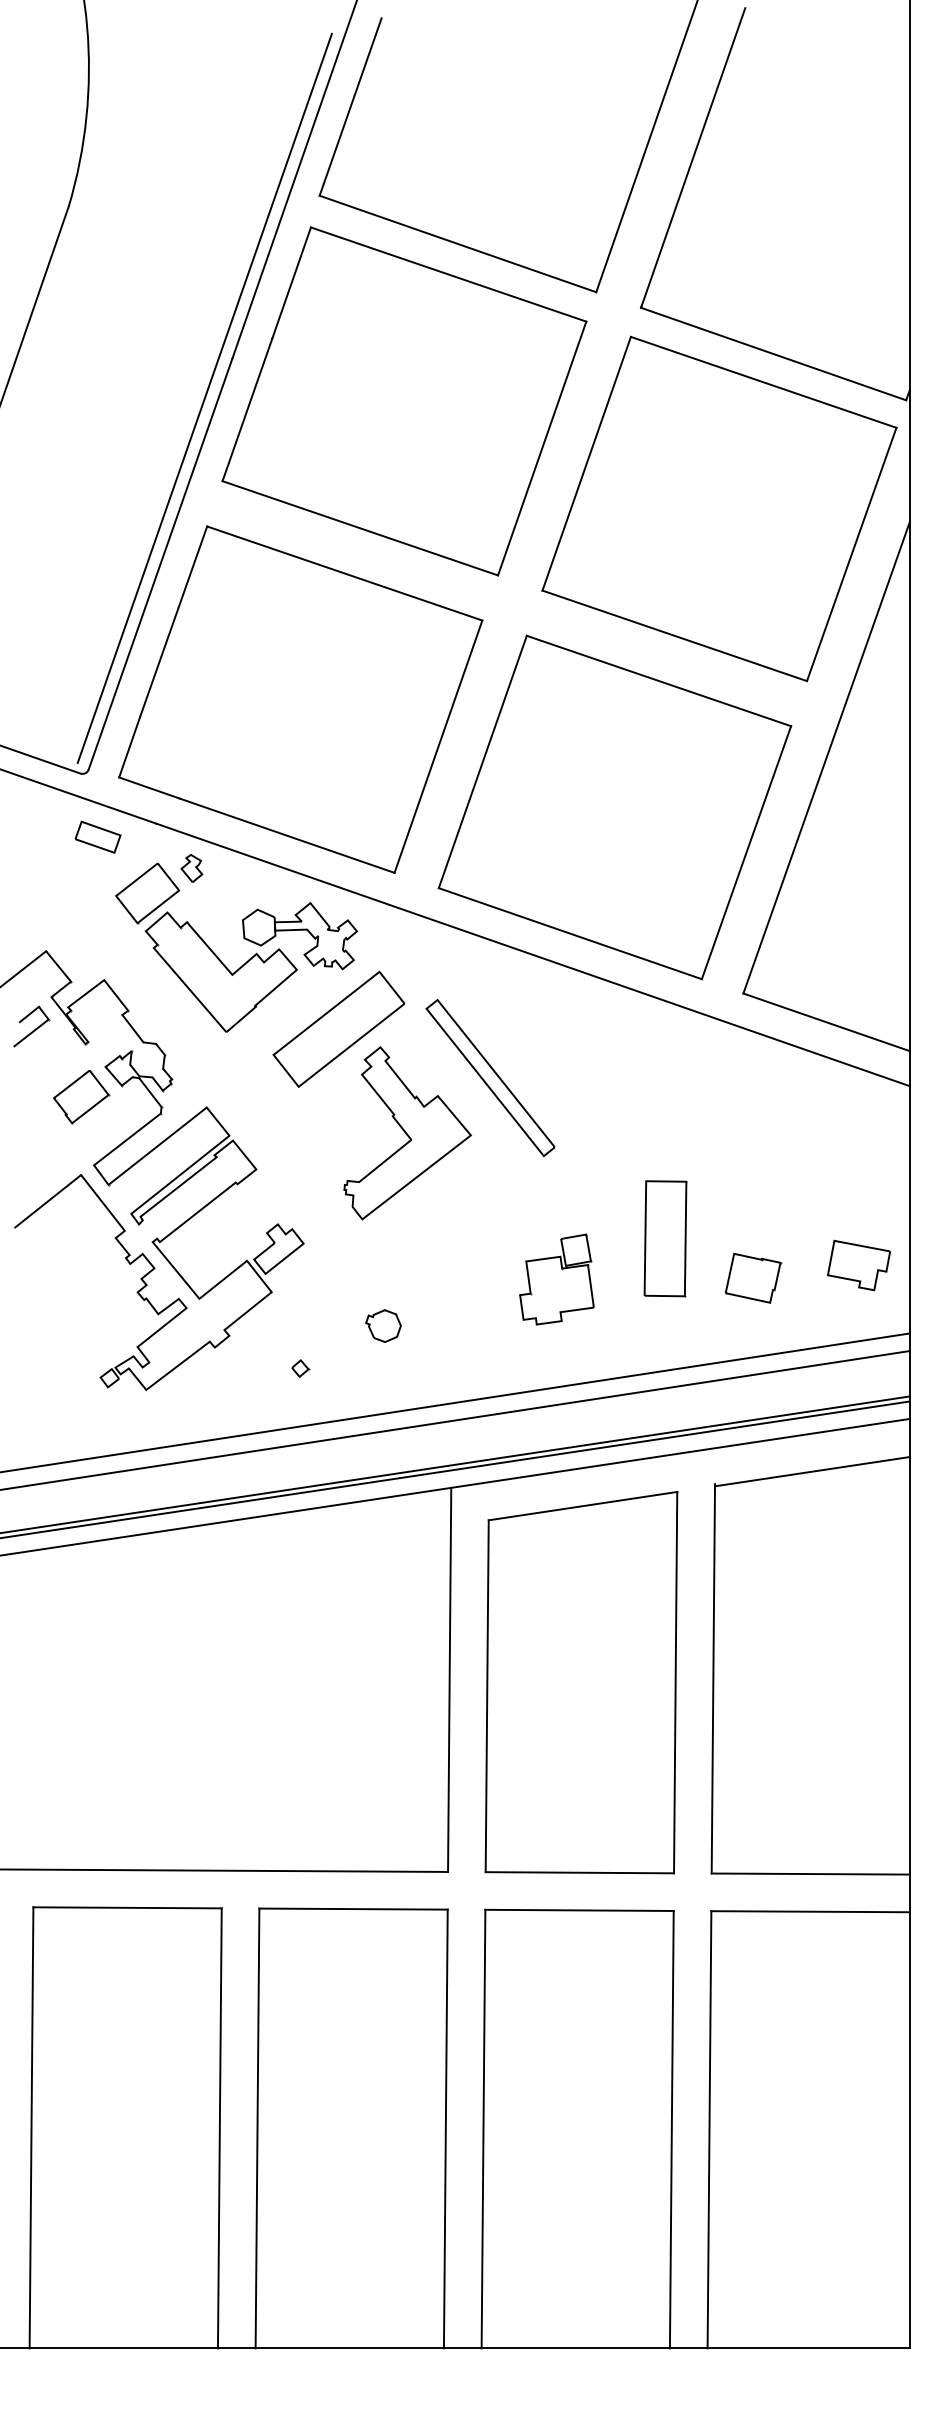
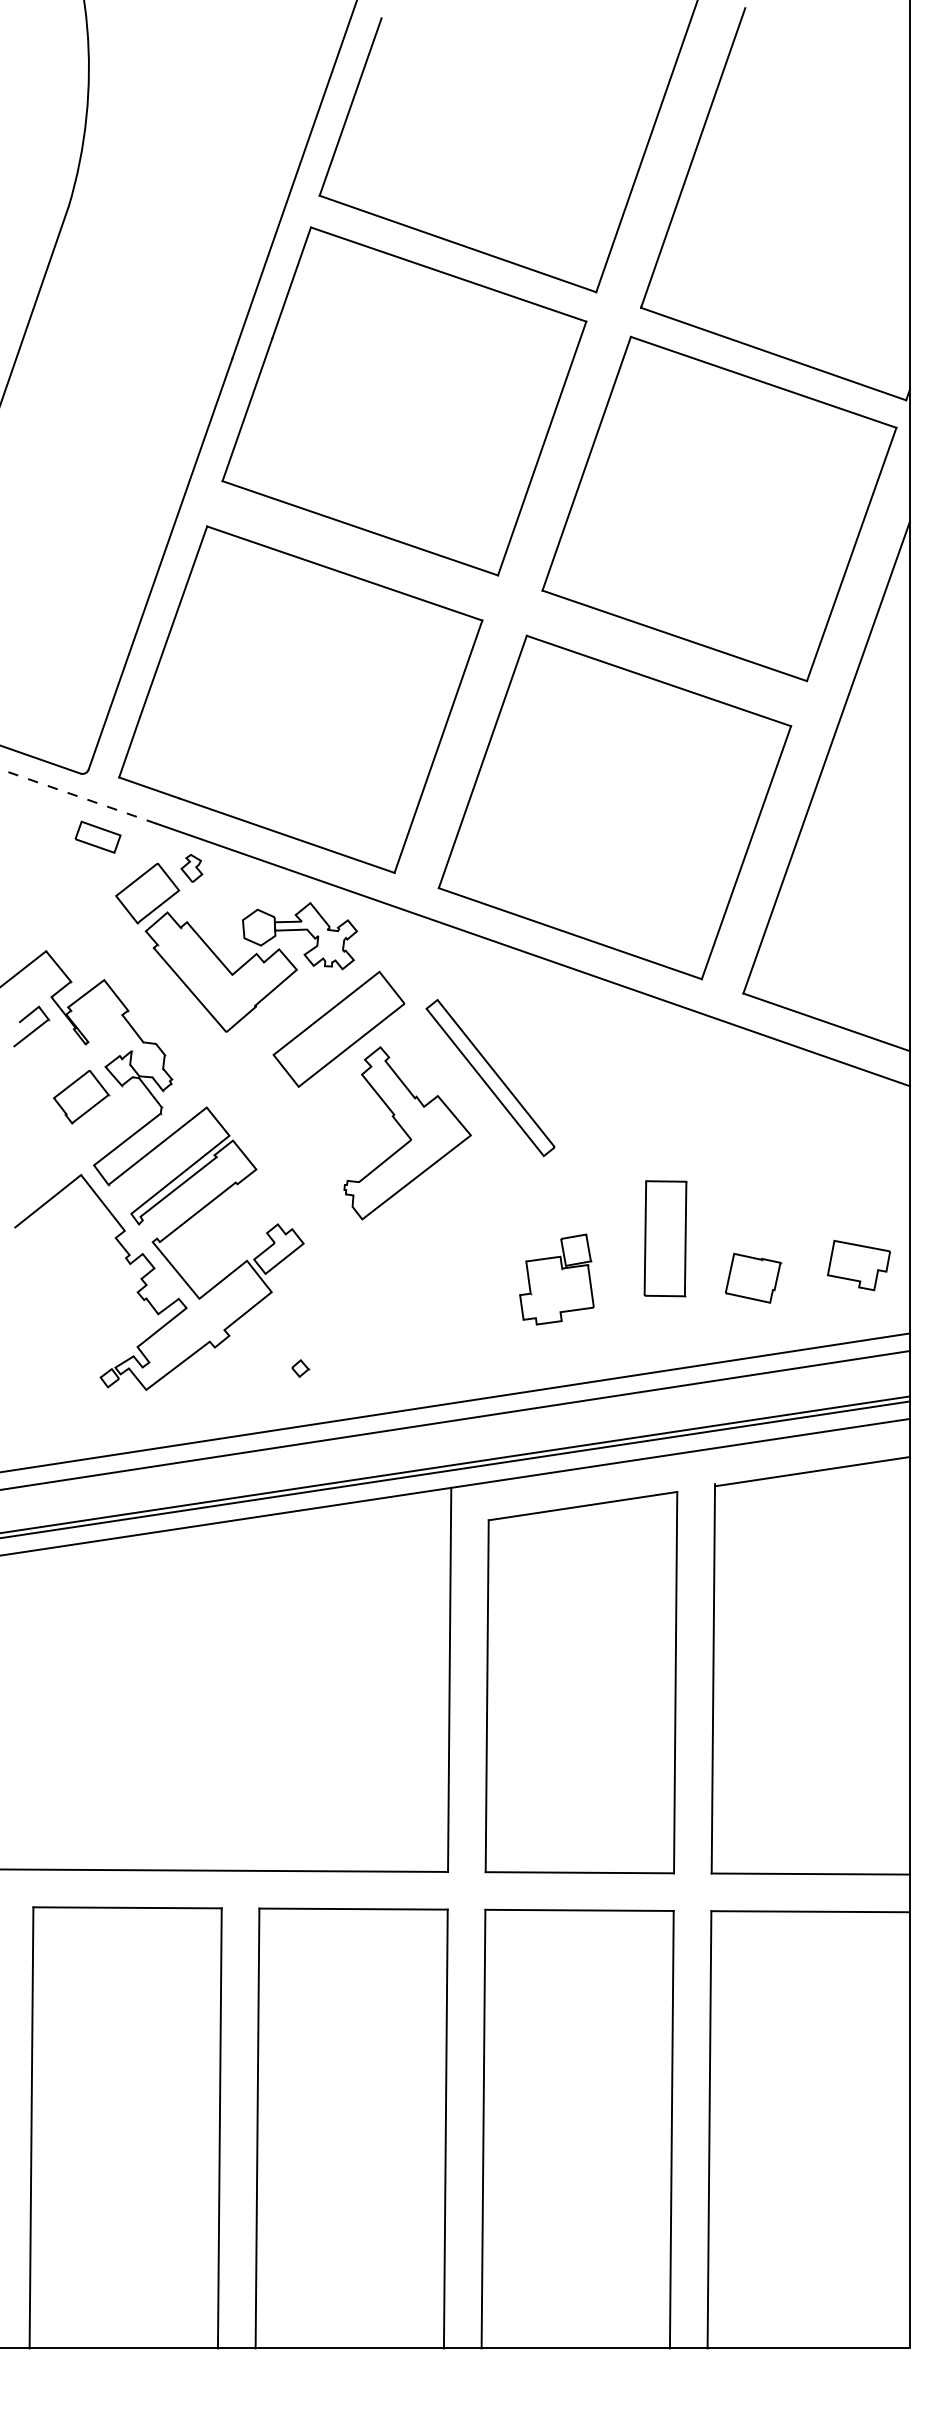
line at (204, 397): present -> none
line at (78, 796): solid -> dashed
part at (383, 1325): present -> none
